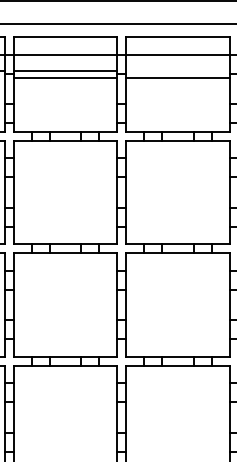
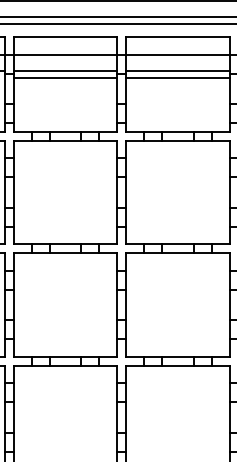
line at (117, 16): none -> present
line at (177, 70): none -> present
